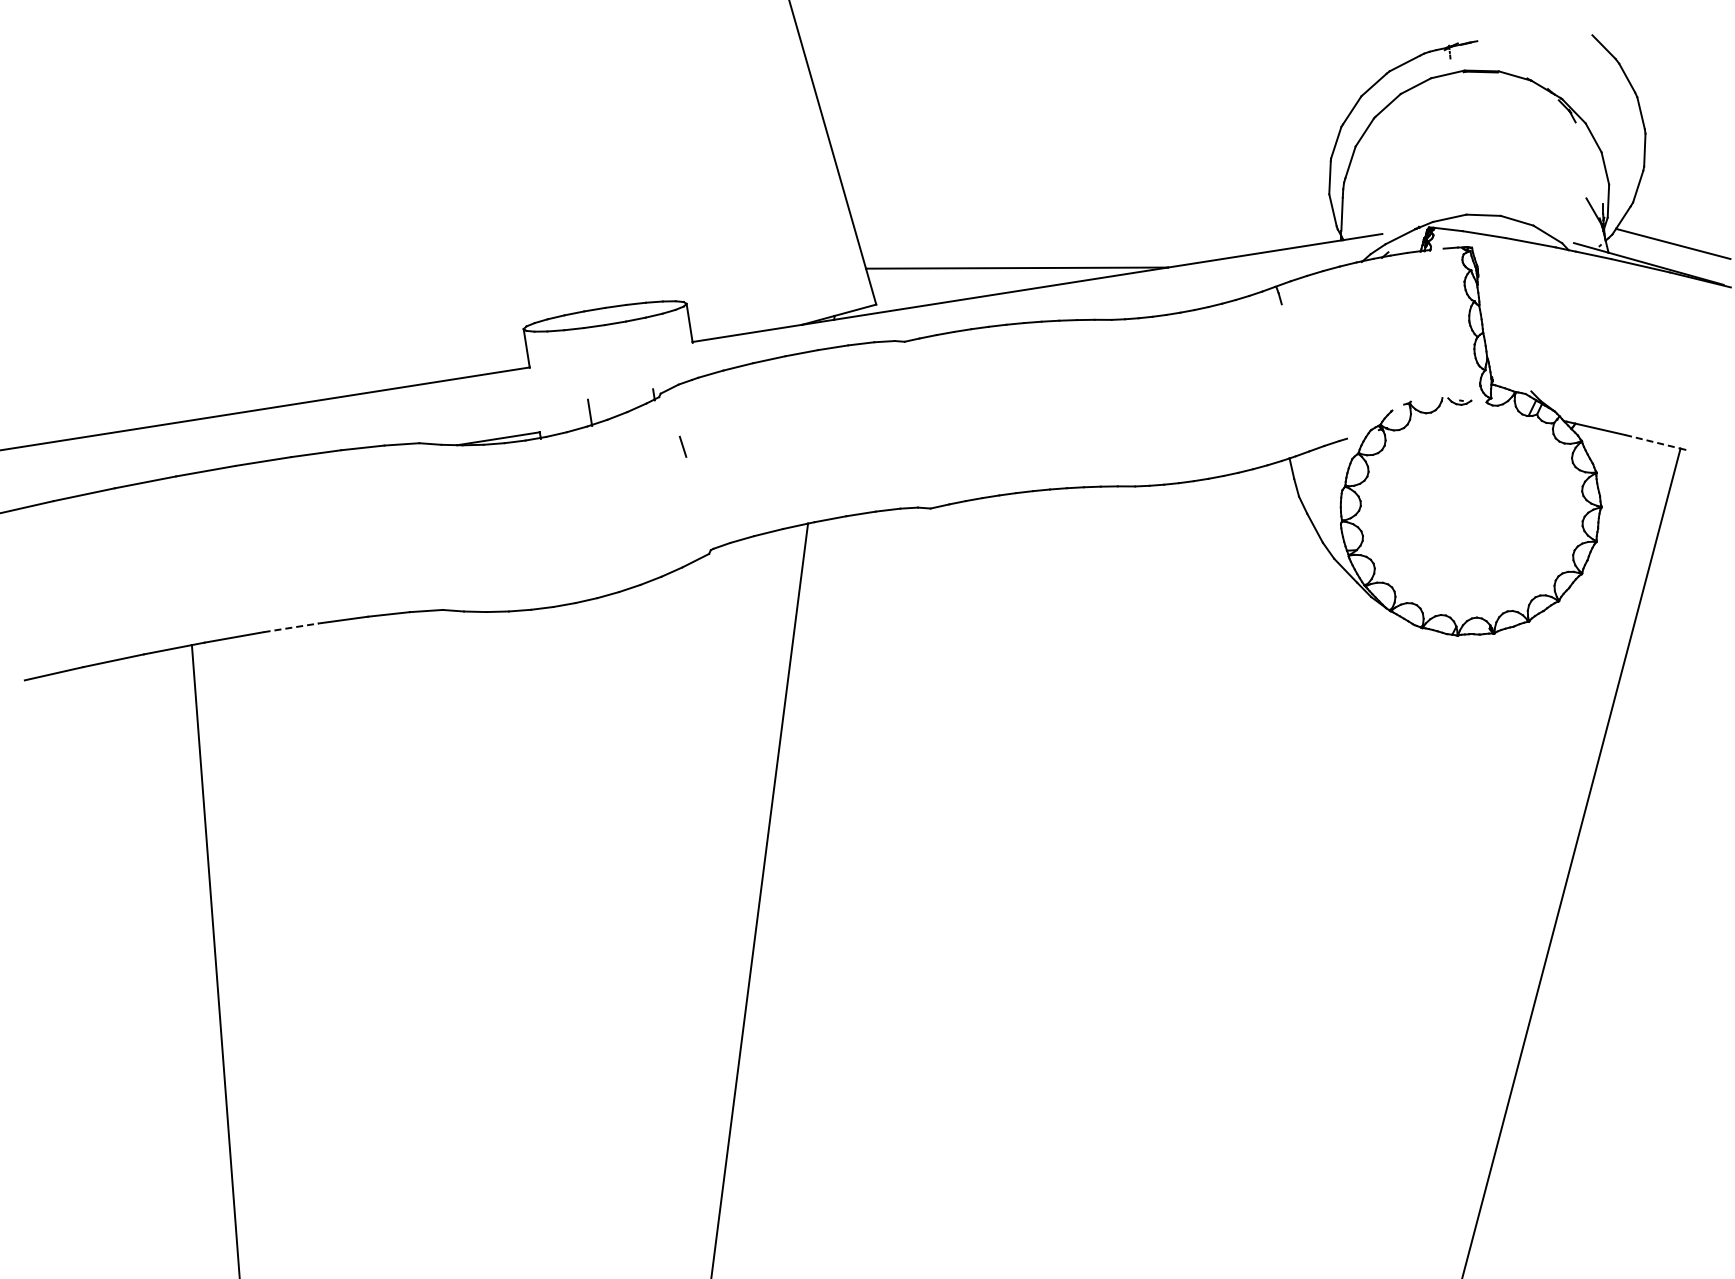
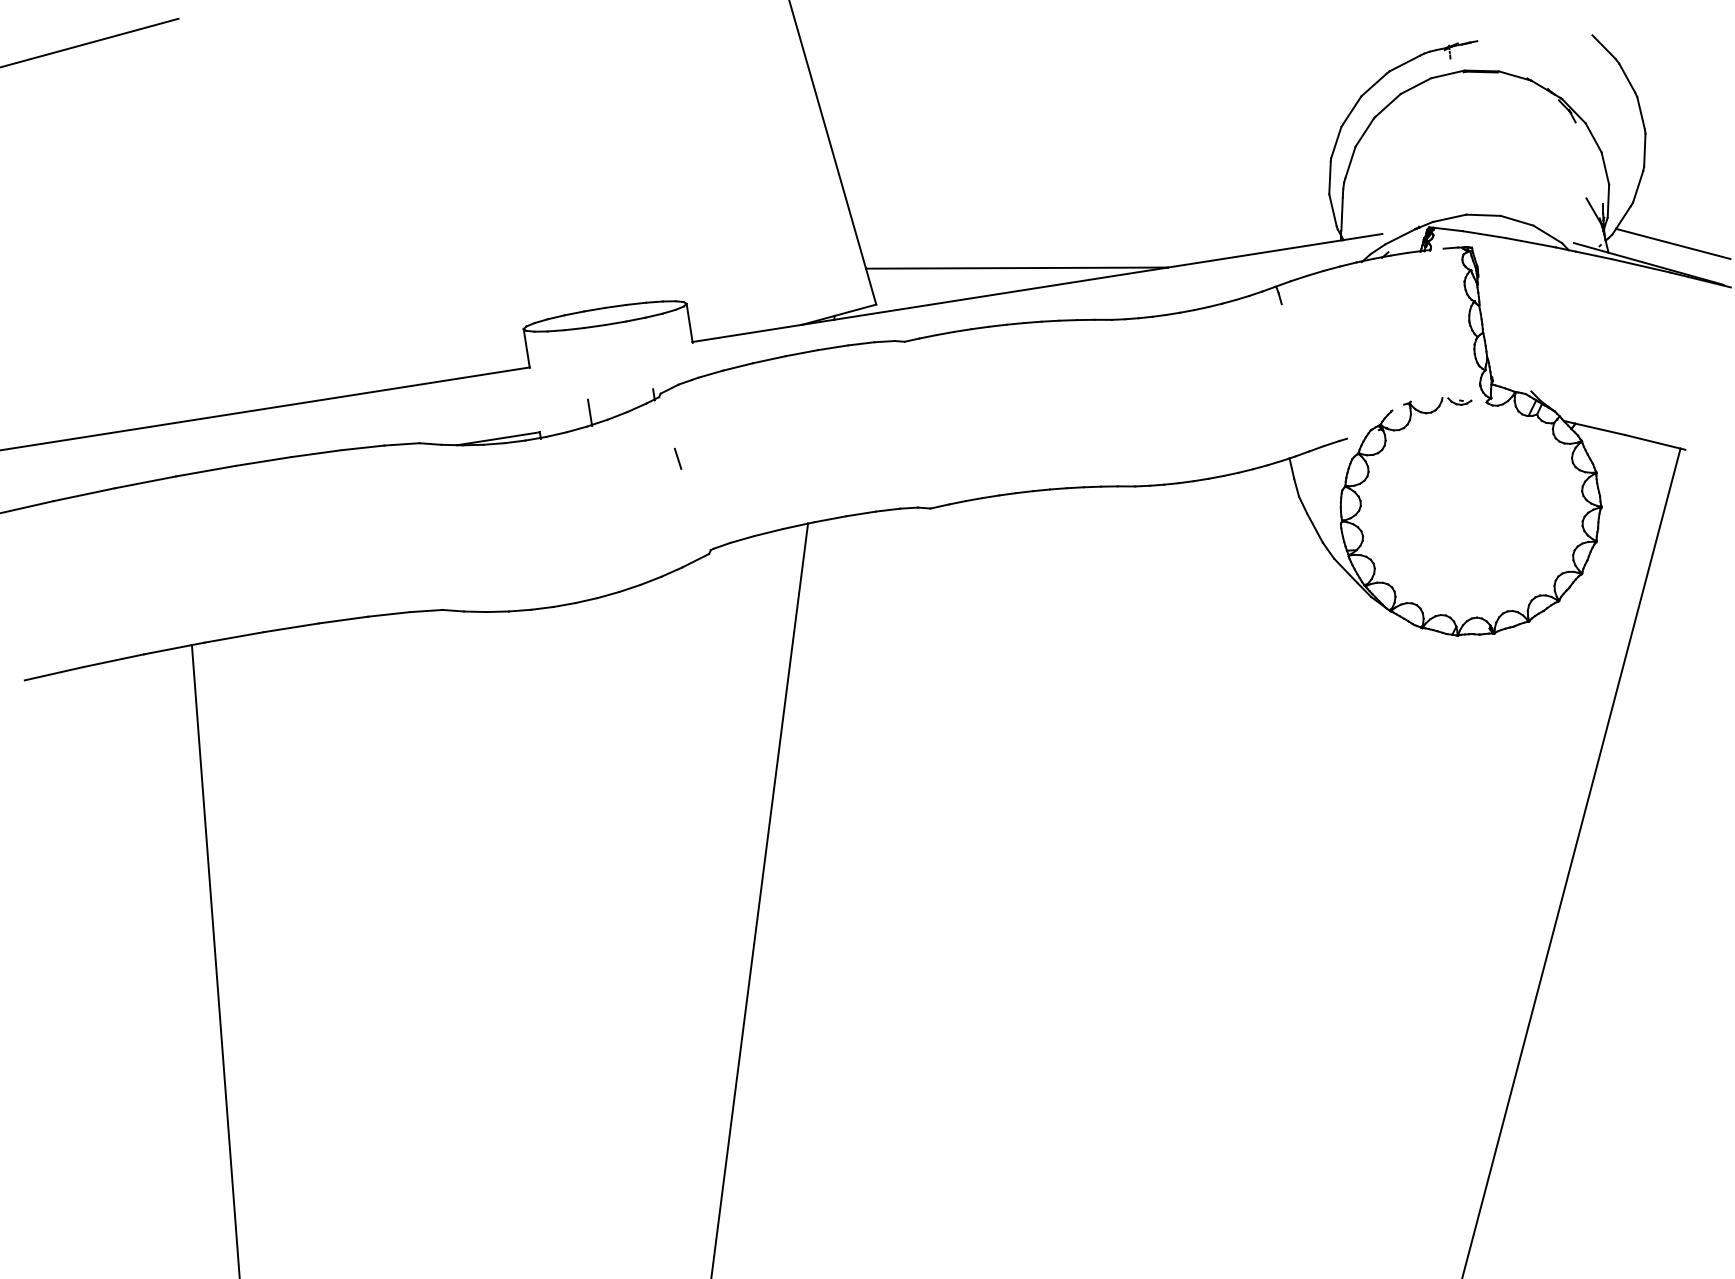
line at (90, 42): none -> present
line at (1652, 441): dashed -> solid
line at (682, 446) position: (682, 446) -> (677, 458)
line at (291, 627): dashed -> solid
